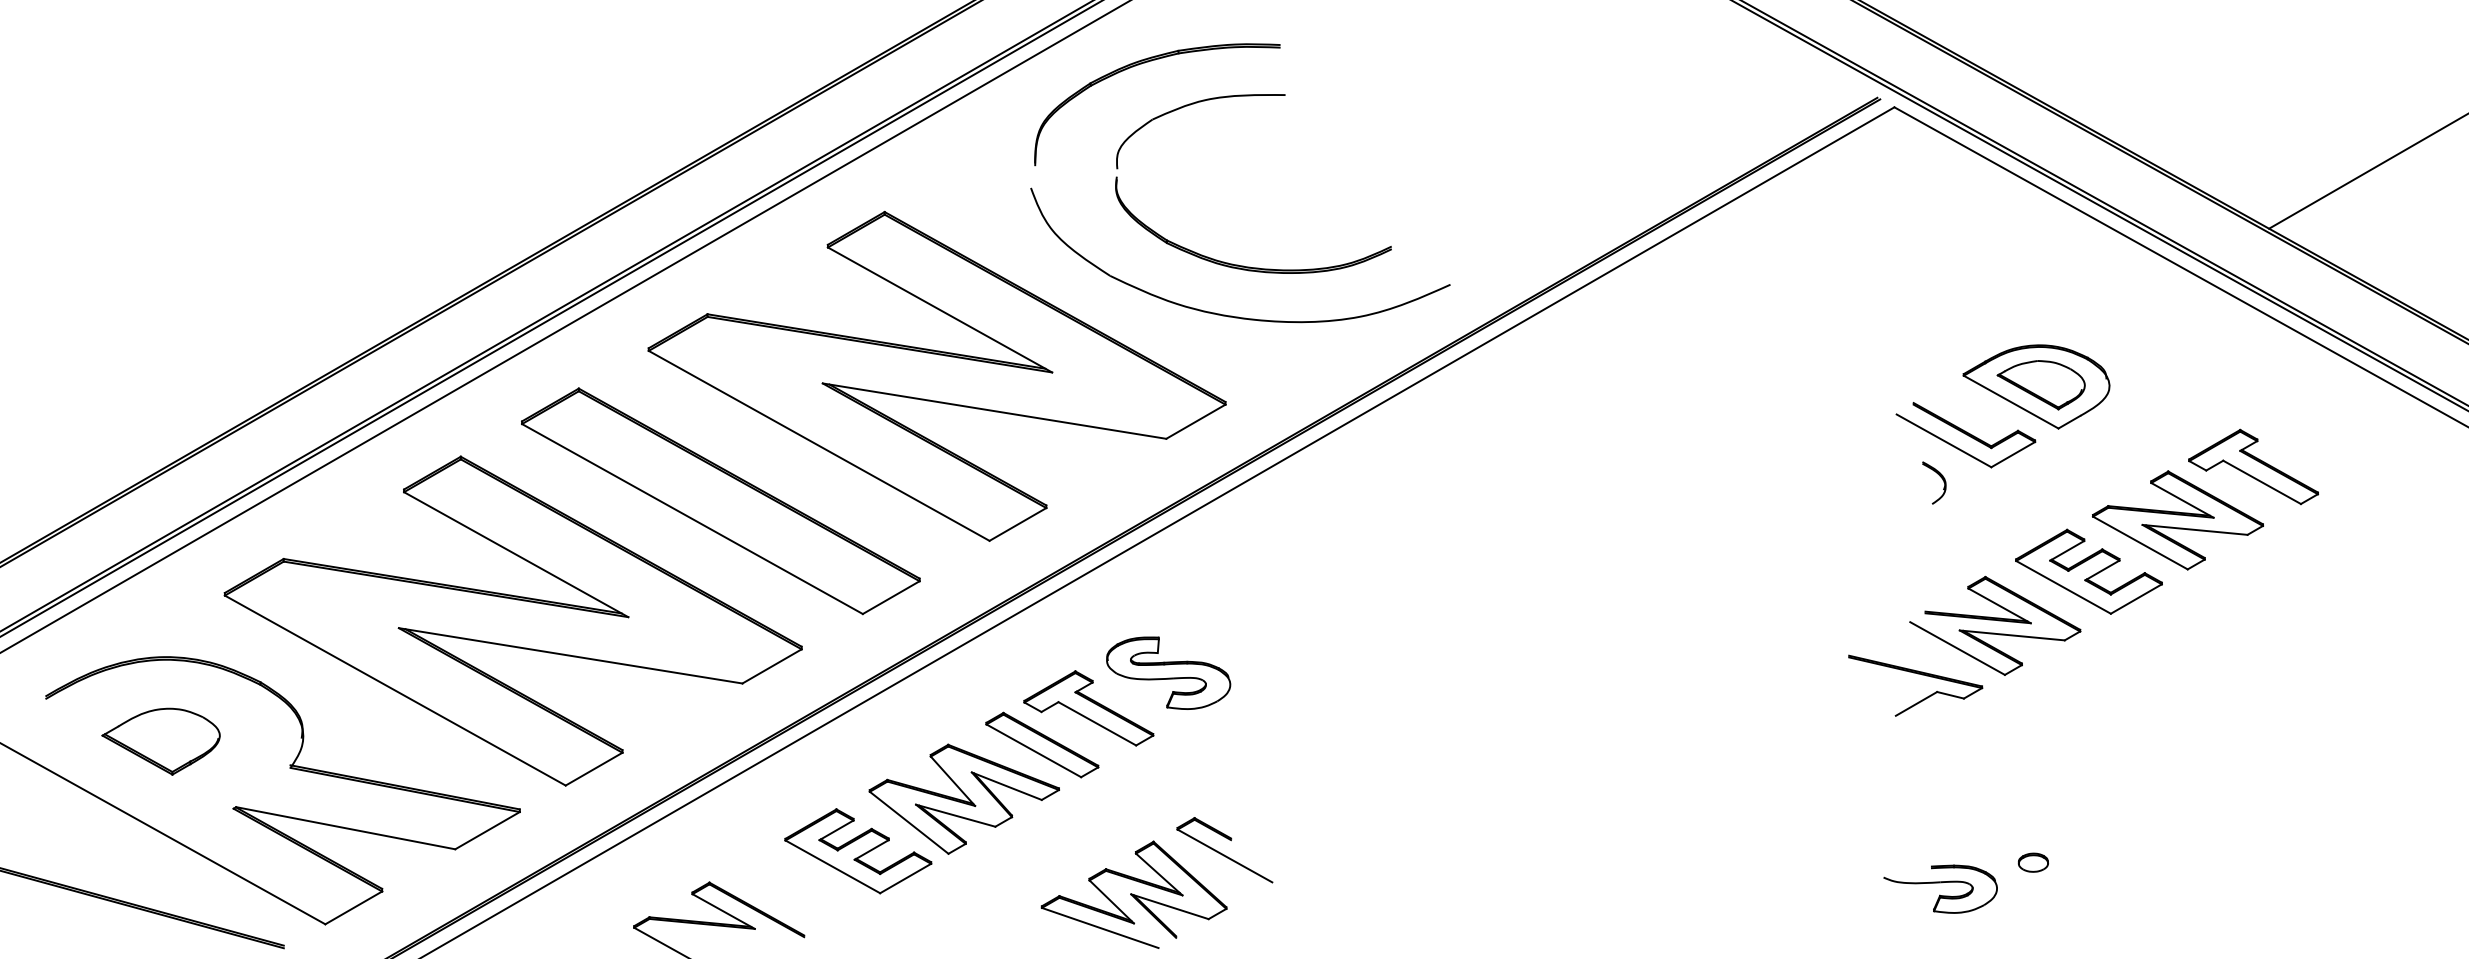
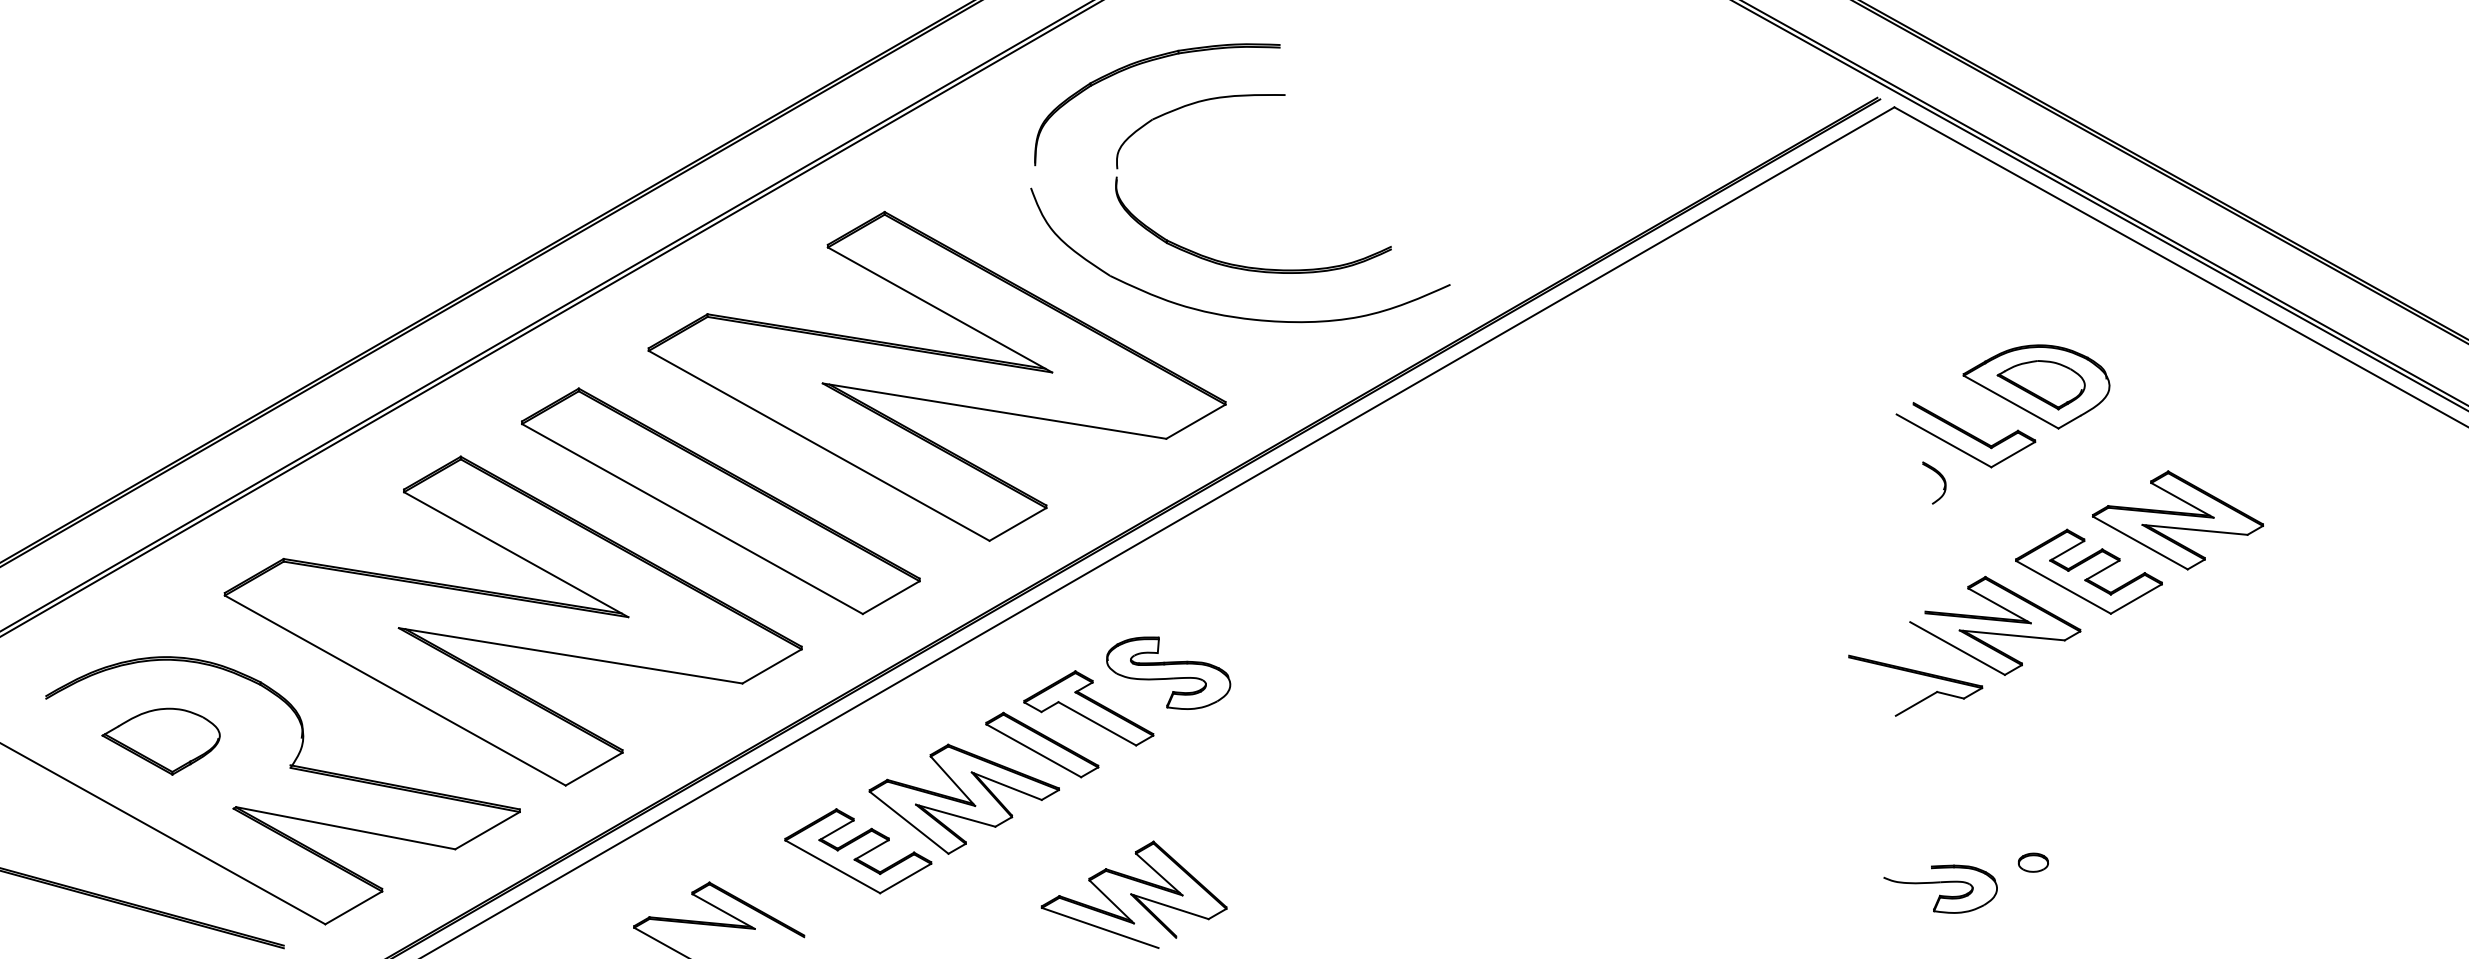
line at (2367, 171): present -> none
line at (564, 326): present -> none
part at (2253, 466): present -> none
part at (1224, 850): present -> none
